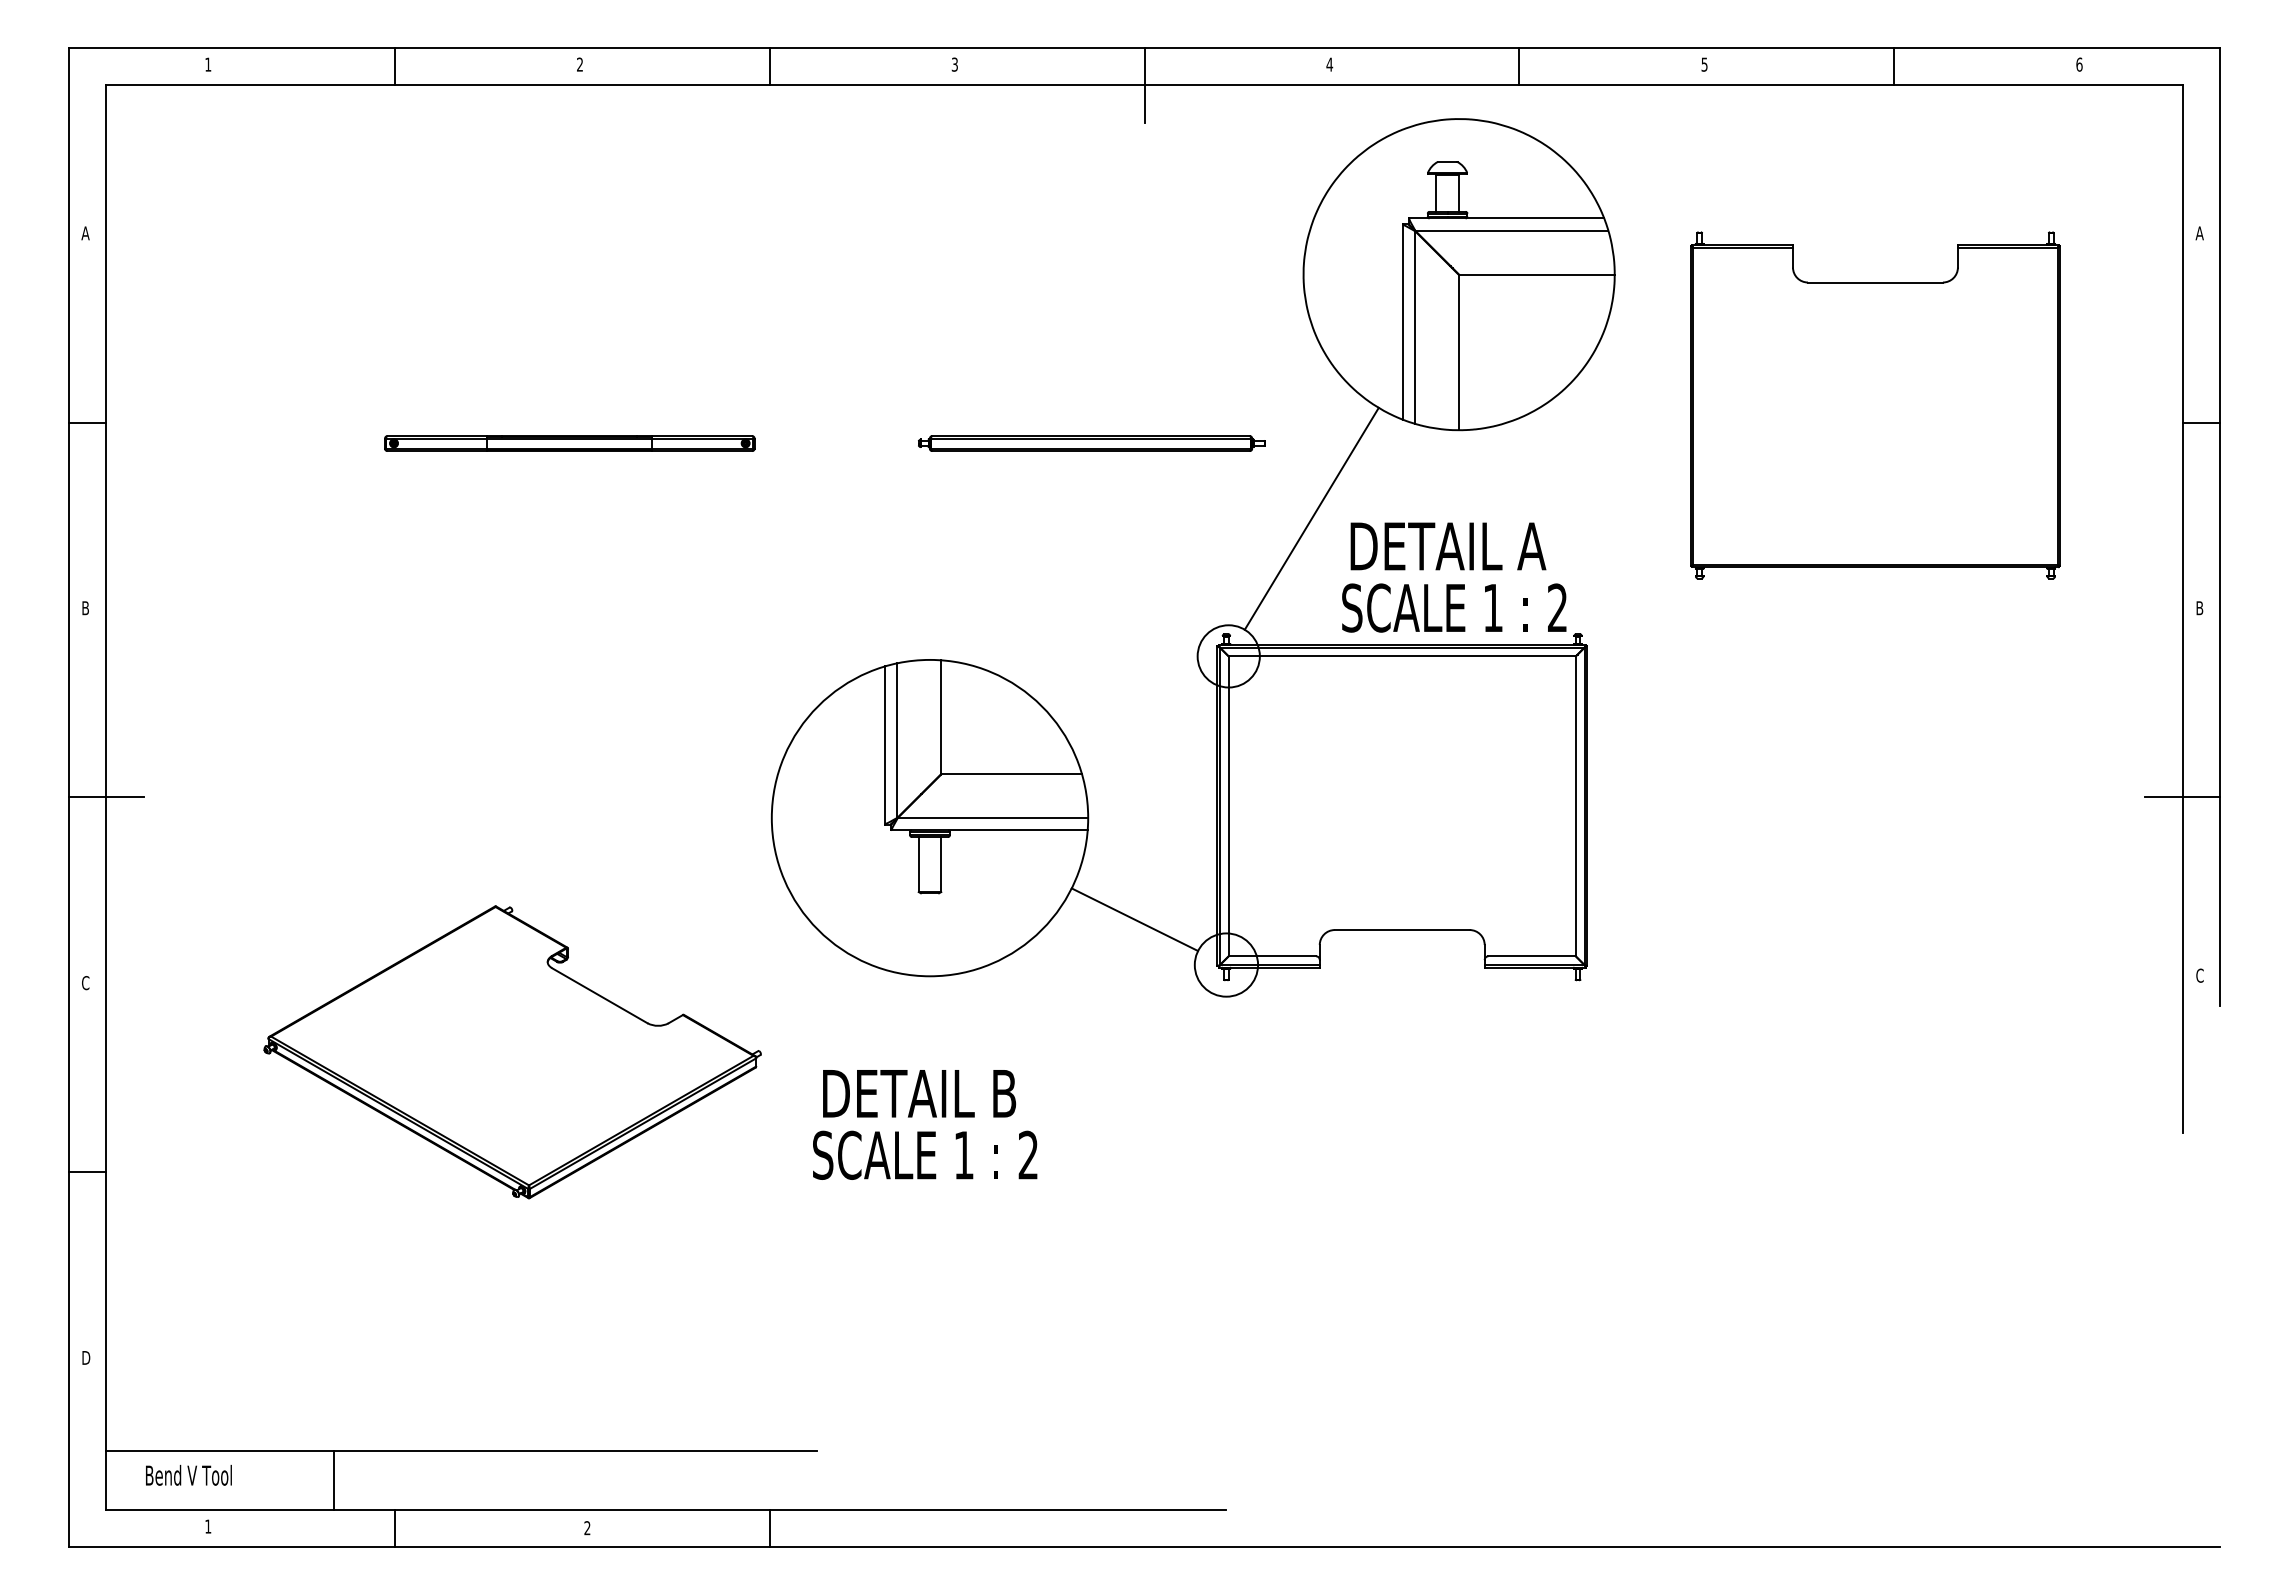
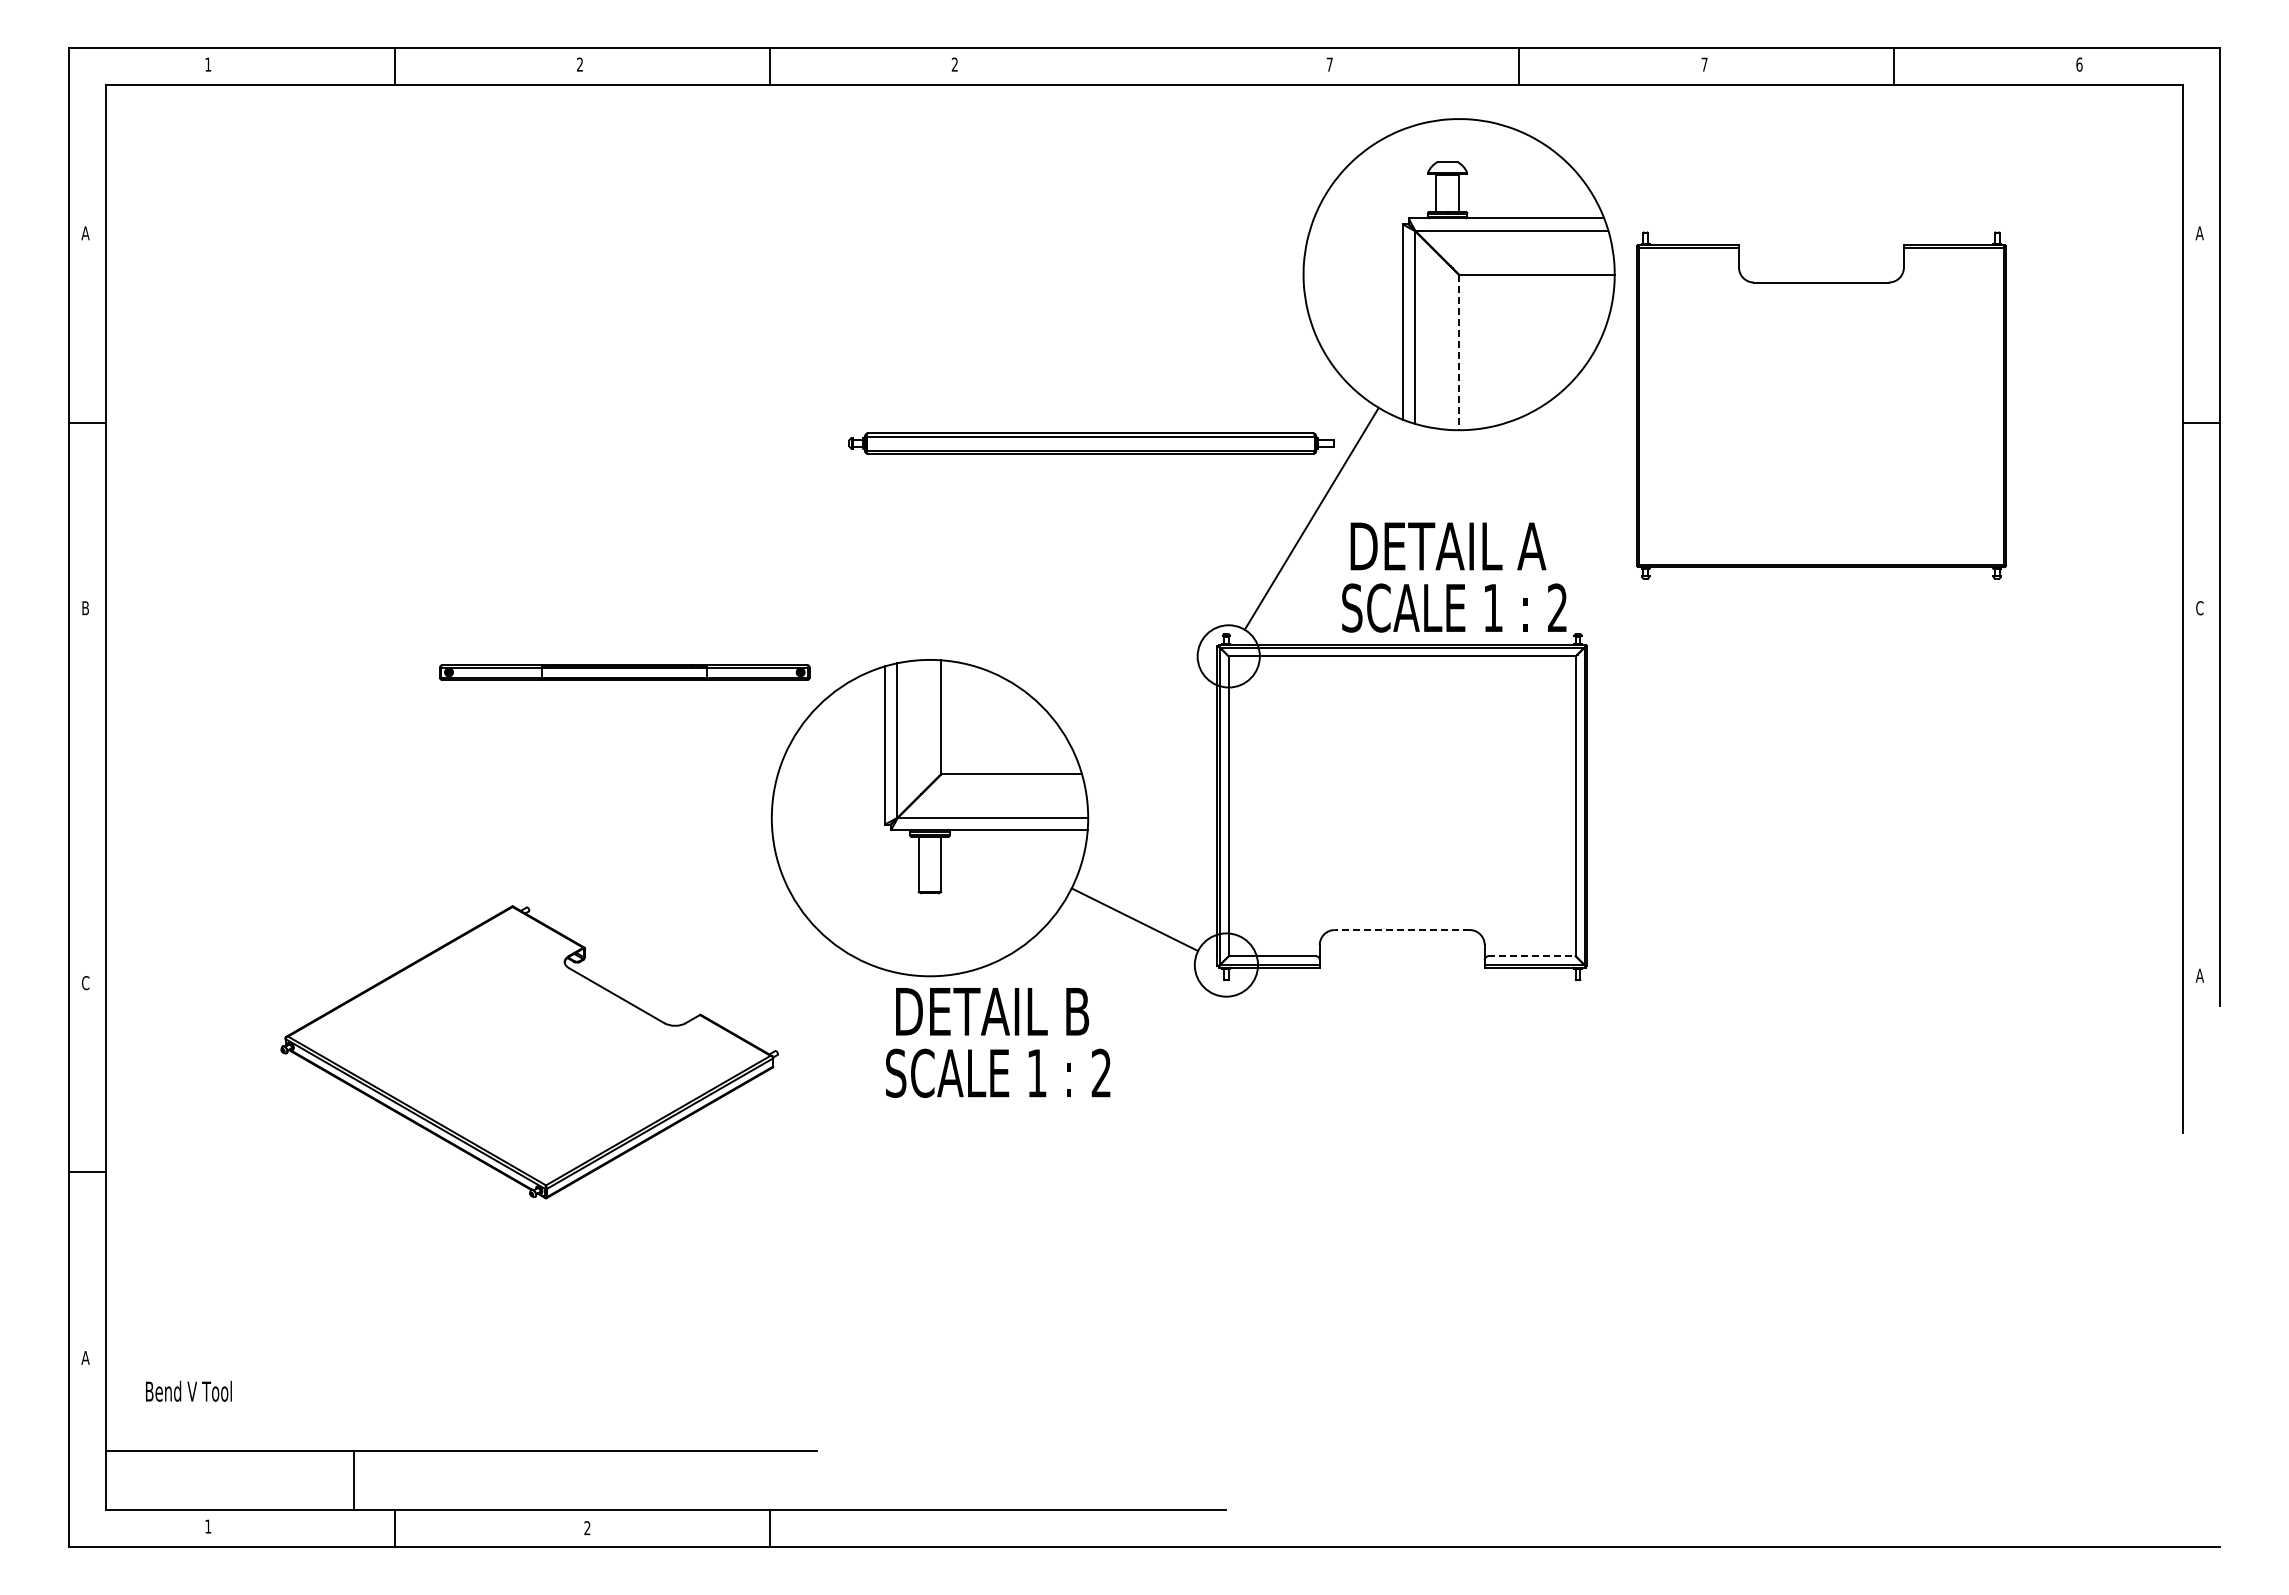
text at (954, 64): 3 -> 2
text at (1329, 64): 4 -> 7
text at (1704, 64): 5 -> 7
line at (1144, 84): present -> none
line at (1458, 352): solid -> dashed
part at (1875, 405) position: (1875, 405) -> (1821, 405)
part at (569, 443) position: (569, 443) -> (624, 672)
part at (1091, 443) size: 348x17 px -> 487x23 px
text at (2199, 608): B -> C
line at (105, 797): present -> none
line at (2182, 797): present -> none
line at (1401, 930): solid -> dashed
line at (1532, 956): solid -> dashed
text at (2199, 975): C -> A
part at (512, 1052) position: (512, 1052) -> (529, 1052)
text at (925, 1124) position: (925, 1124) -> (998, 1042)
text at (85, 1357): D -> A
text at (188, 1474) position: (188, 1474) -> (188, 1390)
line at (333, 1480) position: (333, 1480) -> (353, 1480)
